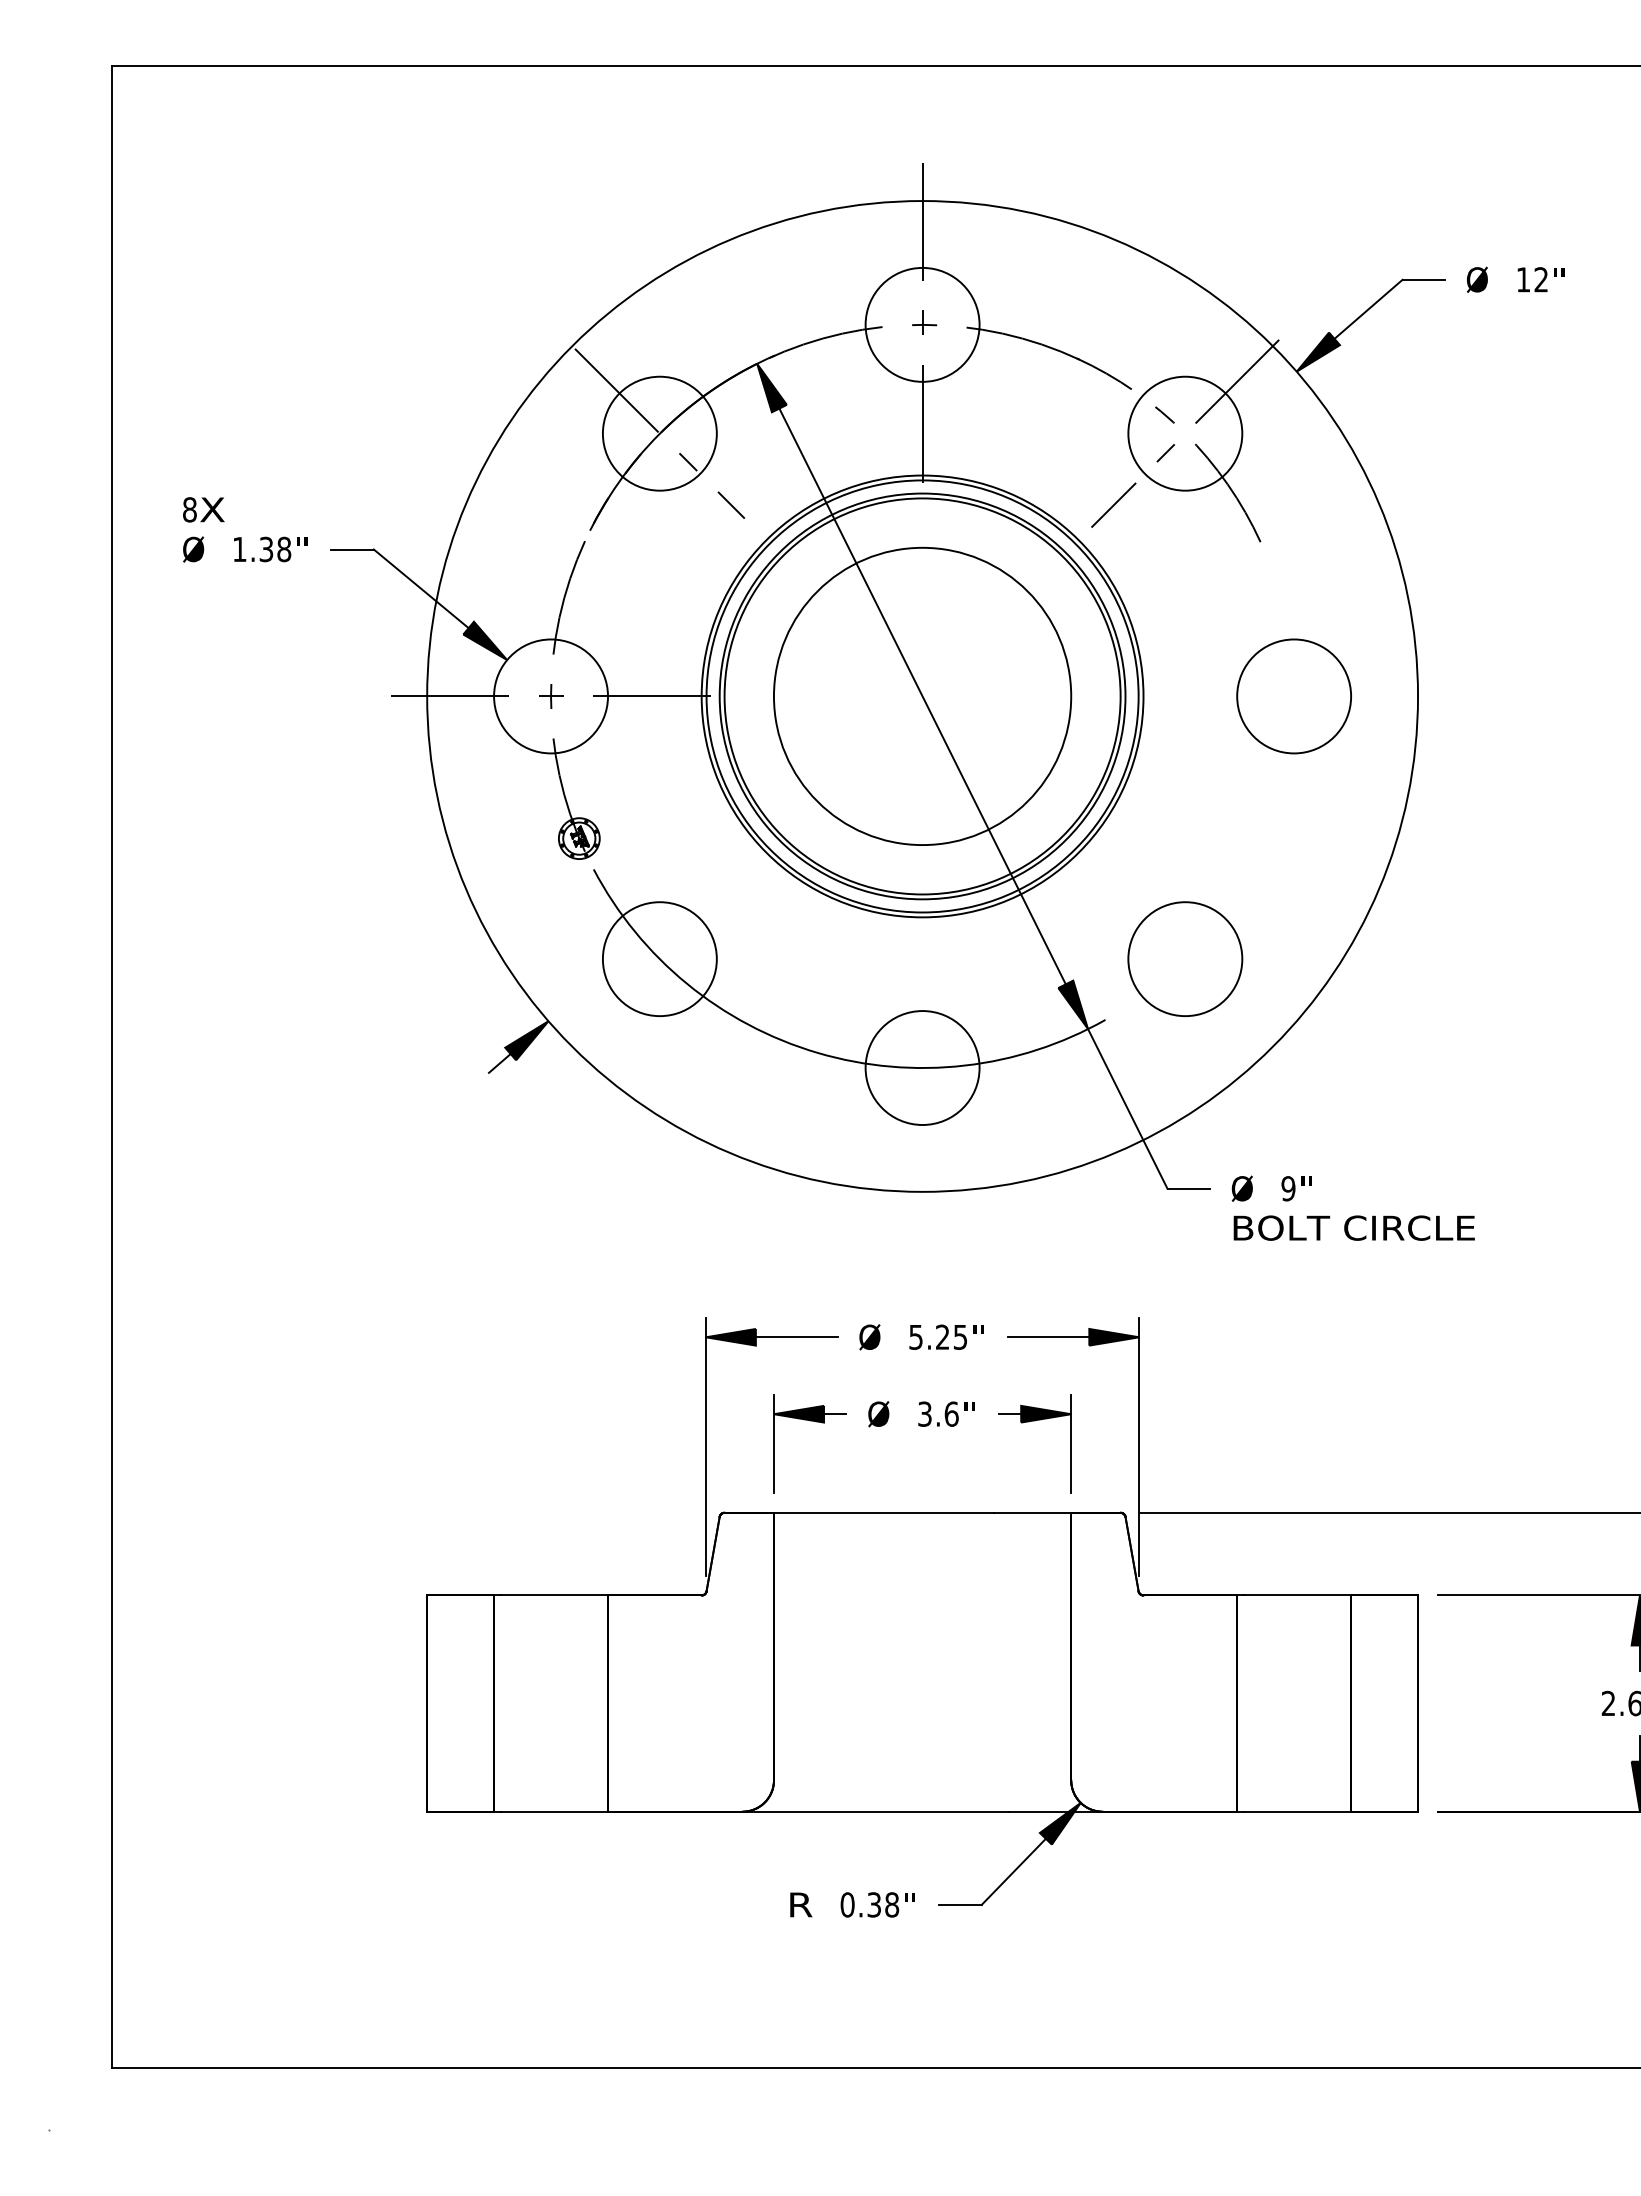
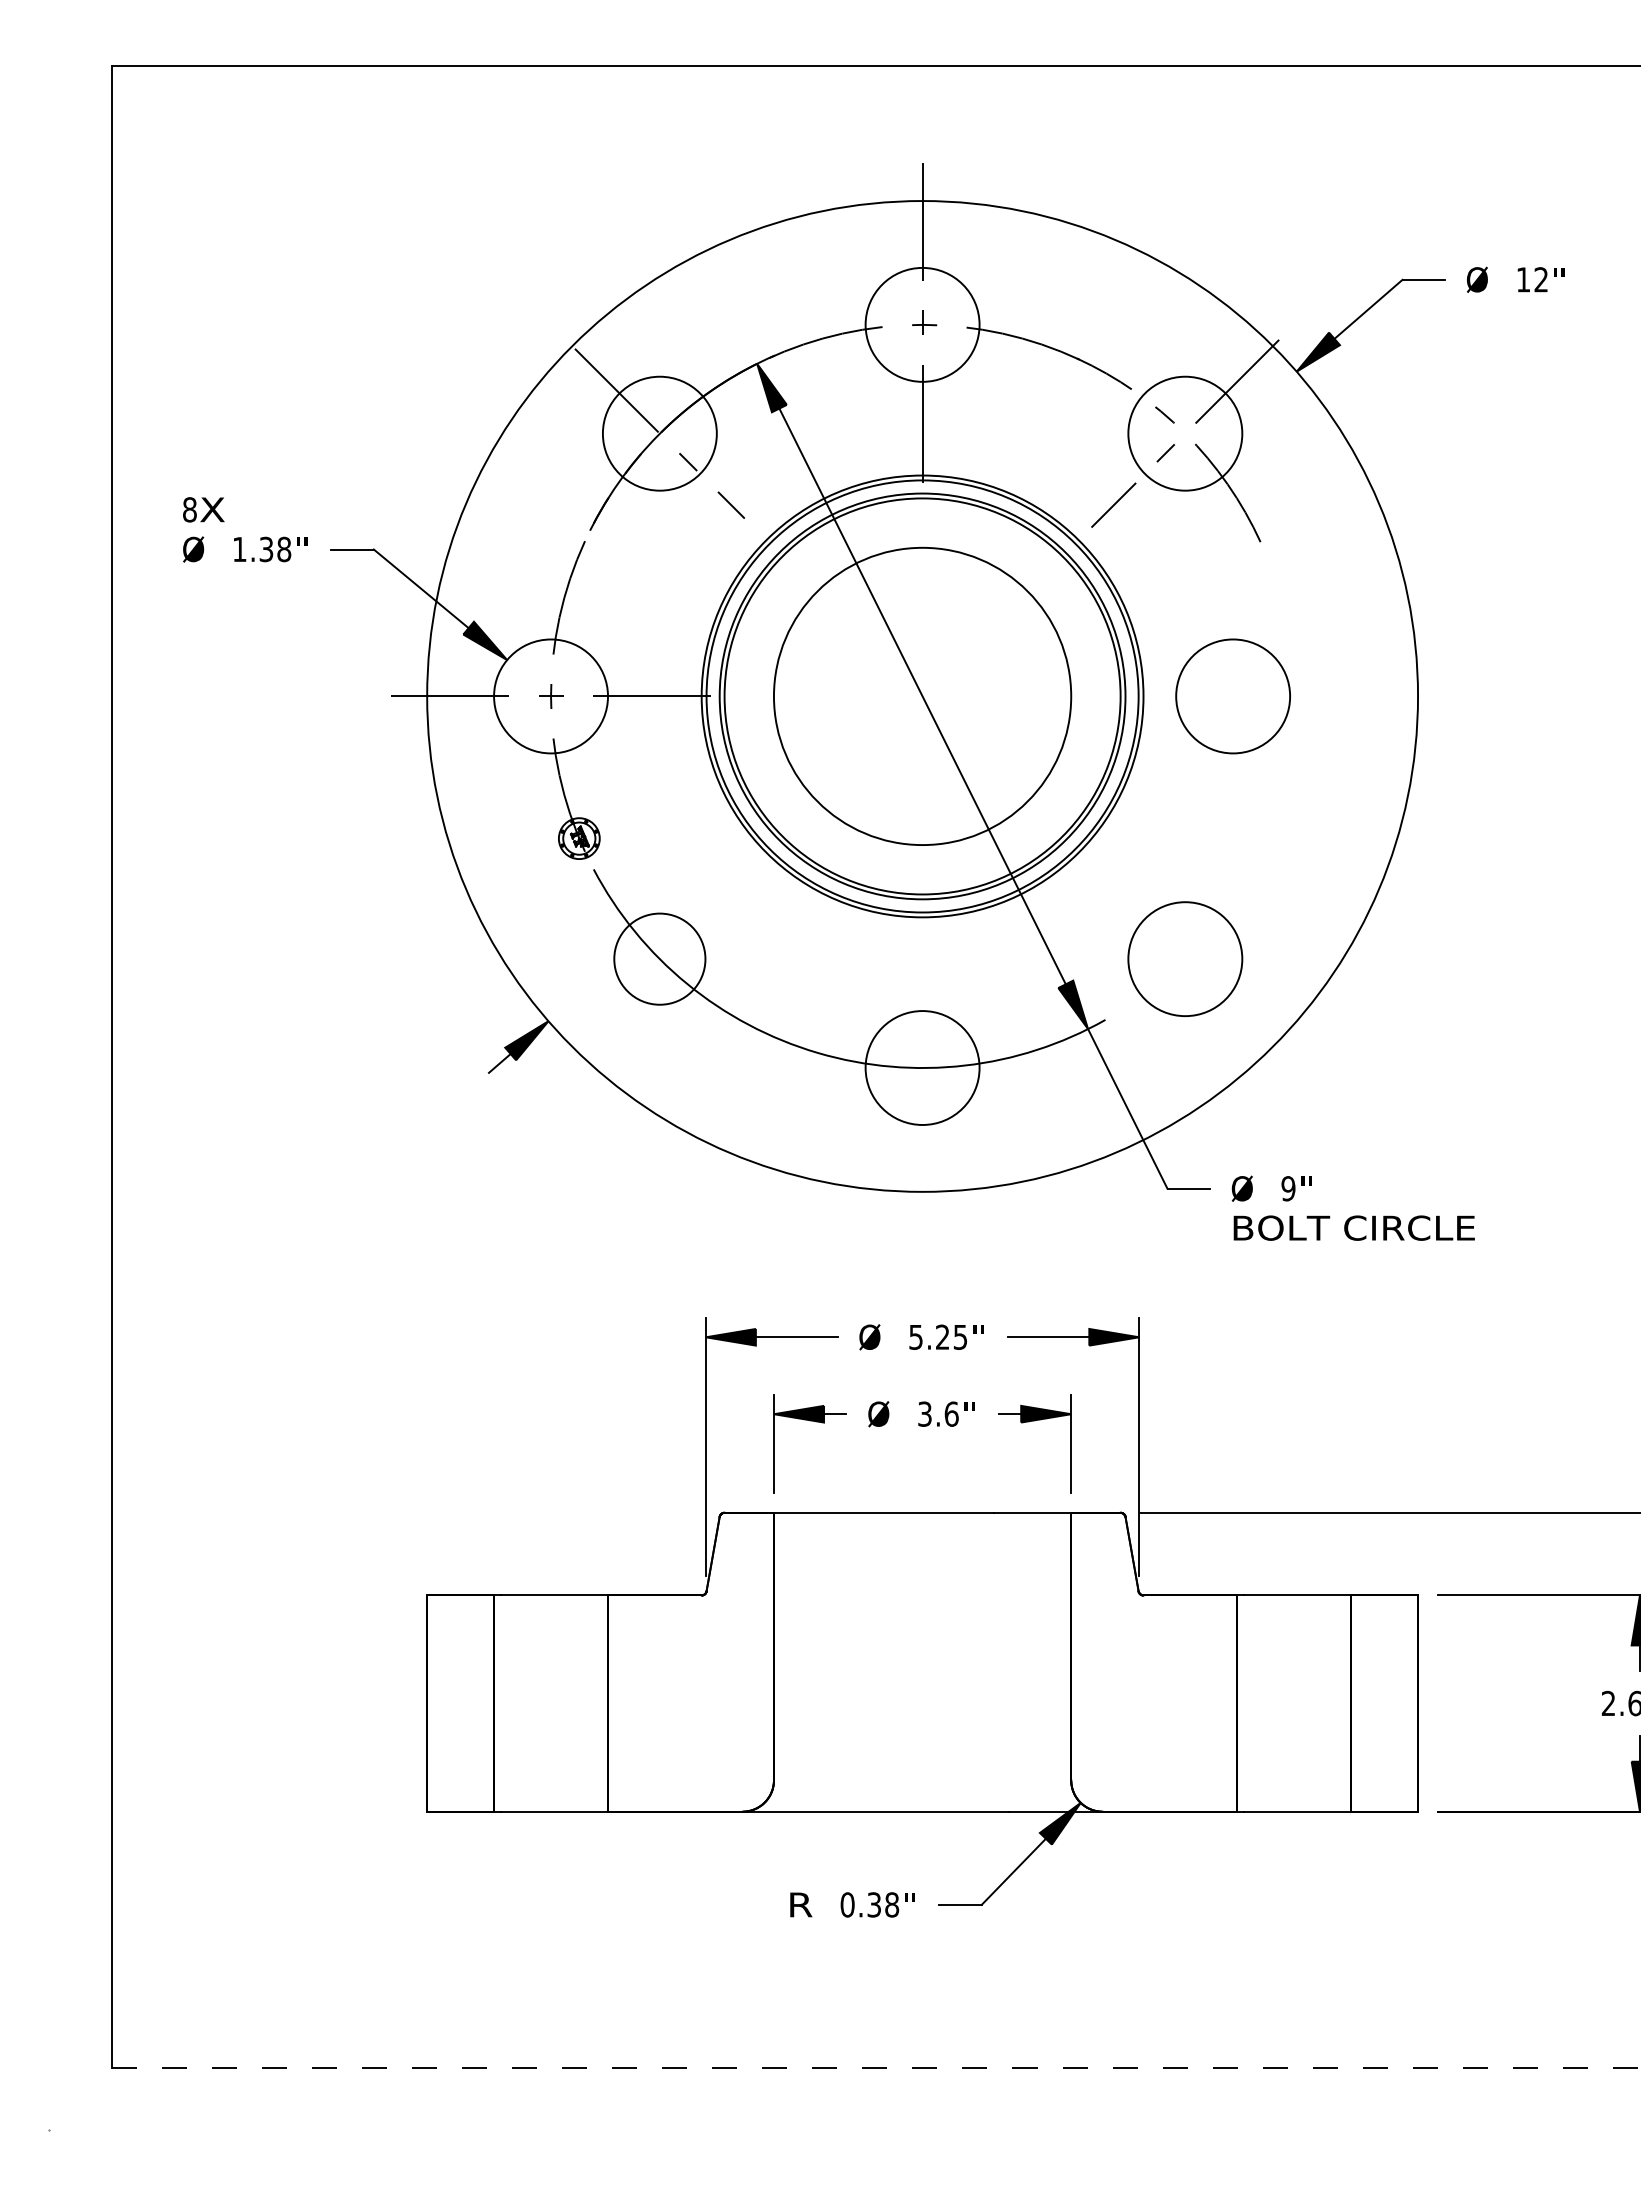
circle at (1293, 696) position: (1293, 696) -> (1232, 696)
circle at (659, 959) diameter: 114 px -> 91 px
line at (876, 2067): solid -> dashed
